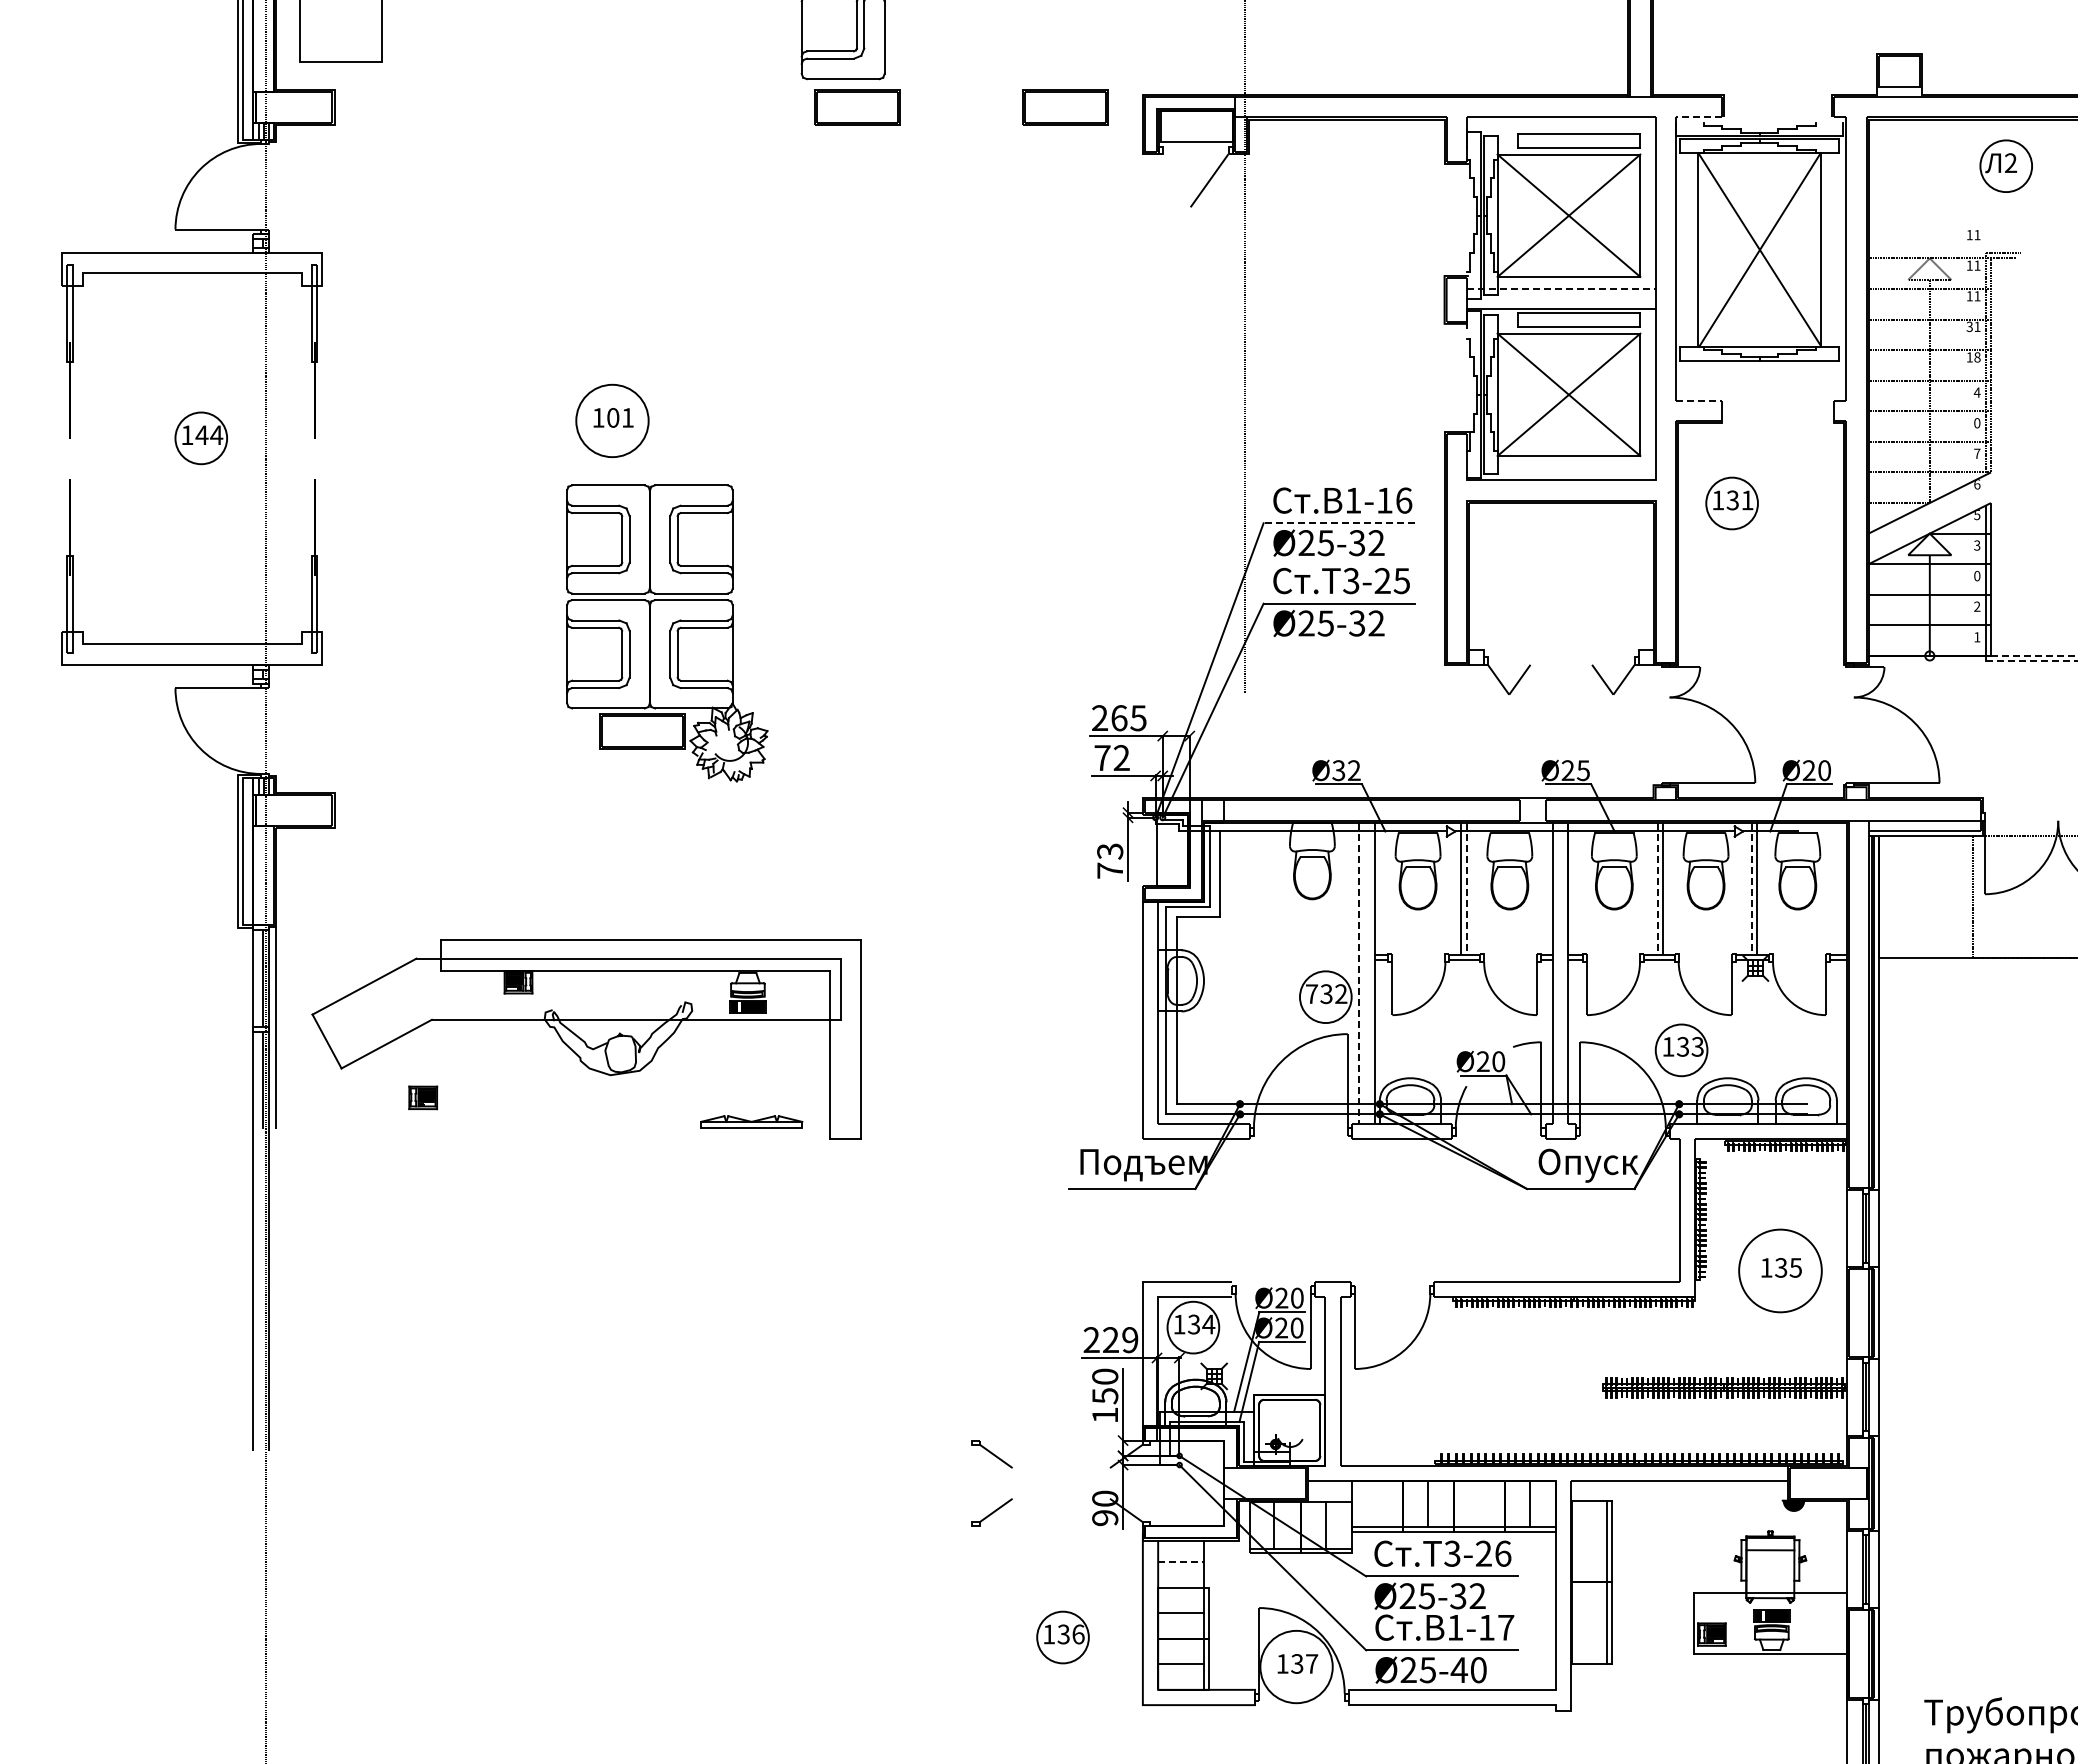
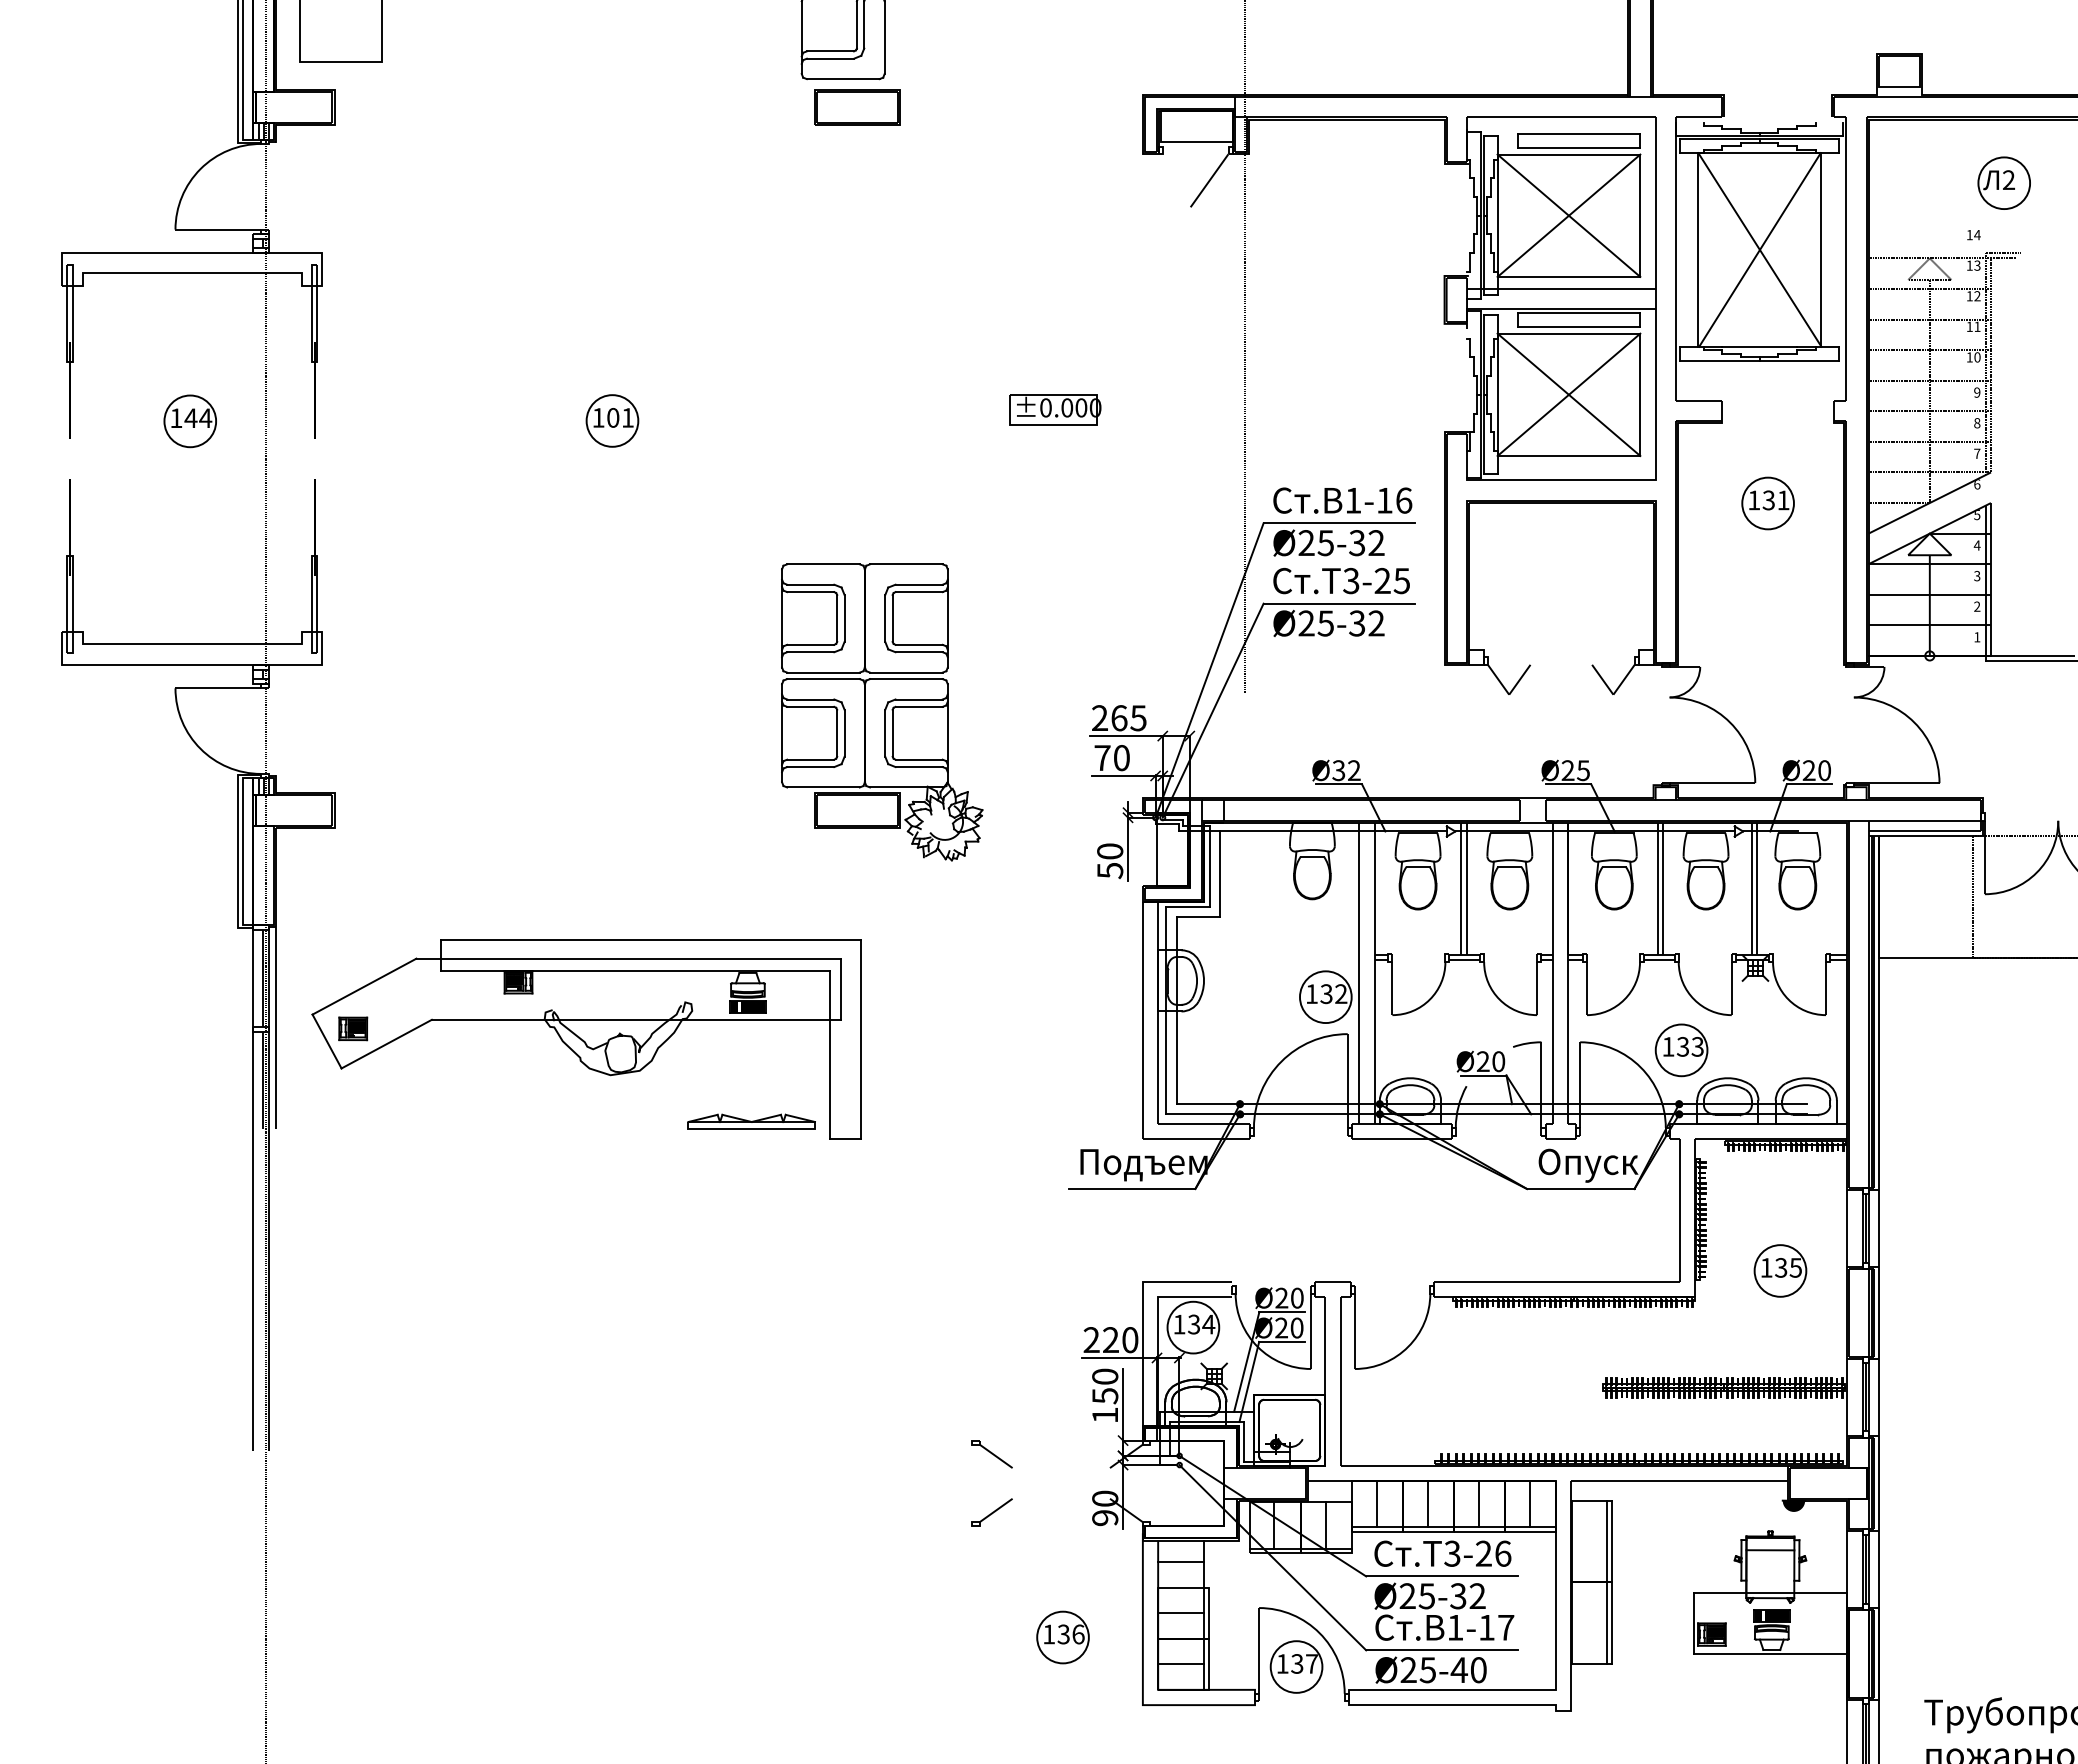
part at (1065, 107): present -> none
line at (1698, 117): dashed -> solid
part at (2005, 165) position: (2005, 165) -> (2003, 182)
text at (1977, 235): 11 -> 14
text at (1977, 265): 11 -> 13
line at (1561, 288): dashed -> solid
text at (1977, 296): 11 -> 12
text at (1969, 326): 31 -> 11
text at (1977, 357): 18 -> 10
text at (1976, 392): 4 -> 9
line at (1698, 400): dashed -> solid
part at (1055, 409): none -> present
circle at (612, 420) diameter: 72 px -> 52 px
text at (1977, 423): 0 -> 8
part at (200, 438) position: (200, 438) -> (189, 421)
part at (1731, 503) position: (1731, 503) -> (1767, 503)
line at (1339, 523): dashed -> solid
text at (1976, 545): 3 -> 4
text at (1977, 576): 0 -> 3
part at (667, 633) position: (667, 633) -> (882, 712)
line at (2032, 655): dashed -> solid
line at (2031, 661): dashed -> solid
text at (1121, 758): 72 -> 70
text at (1110, 861): 73 -> 50
line at (1466, 889): dashed -> solid
line at (1657, 889): dashed -> solid
line at (1751, 889): dashed -> solid
line at (1359, 973): dashed -> solid
text at (1312, 993): 732 -> 132
part at (423, 1097) position: (423, 1097) -> (353, 1028)
part at (751, 1121) size: 104x14 px -> 129x17 px
circle at (1780, 1270) diameter: 83 px -> 52 px
text at (1130, 1340): 229 -> 220
line at (1377, 1504): none -> present
line at (1479, 1504): none -> present
line at (1181, 1562): dashed -> solid
circle at (1296, 1666) diameter: 72 px -> 52 px
